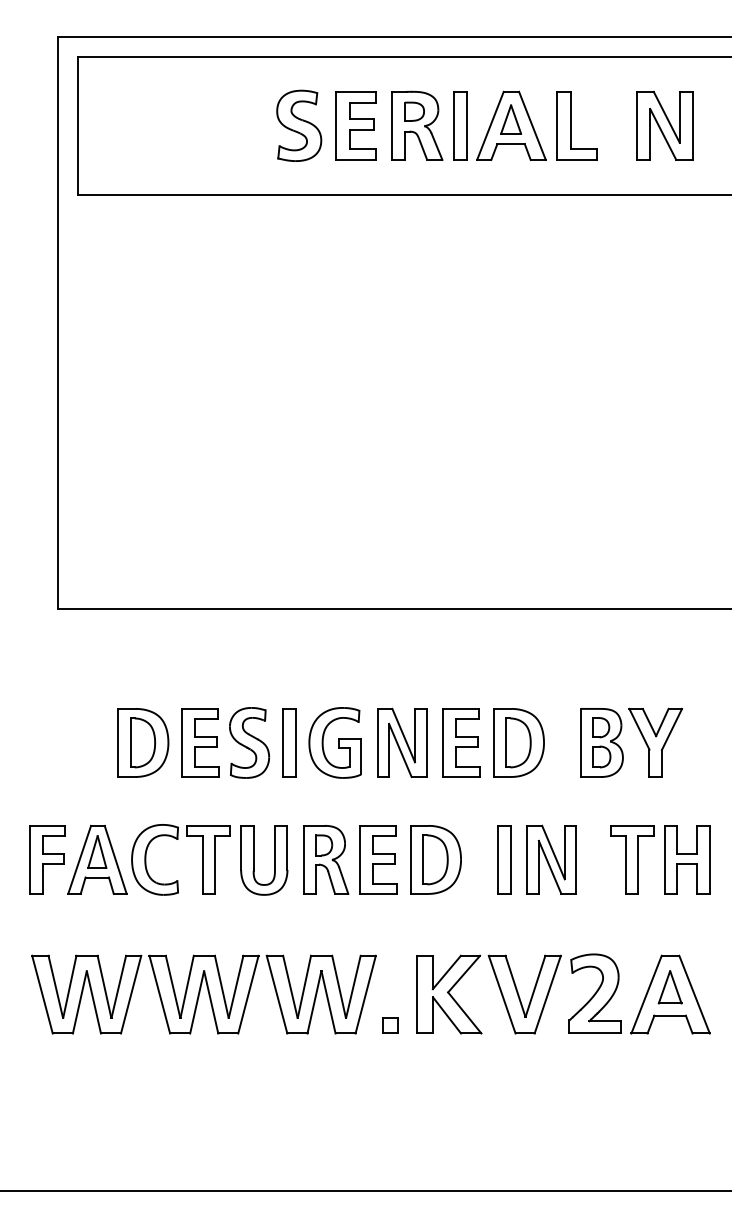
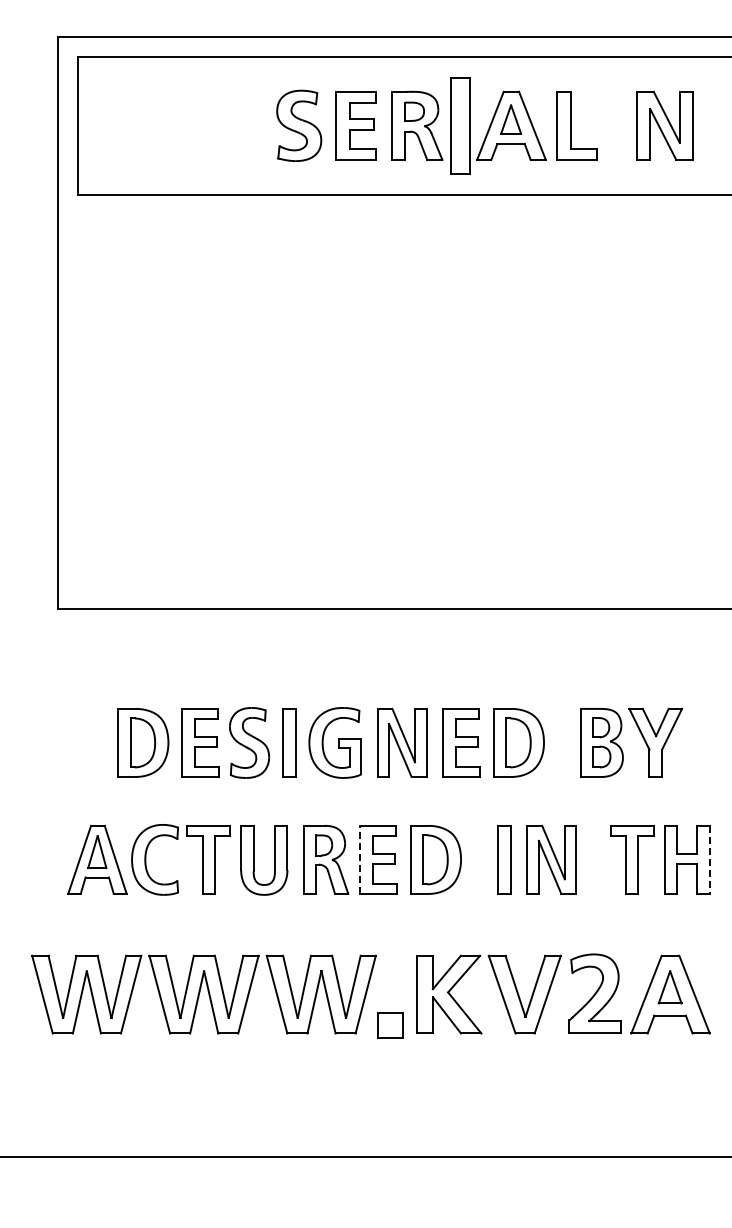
part at (460, 125) size: 15x70 px -> 21x98 px
part at (47, 859): present -> none
line at (360, 859): solid -> dashed
line at (709, 860): solid -> dashed
part at (390, 1025) size: 17x17 px -> 27x27 px
line at (365, 1191) position: (365, 1191) -> (365, 1157)
